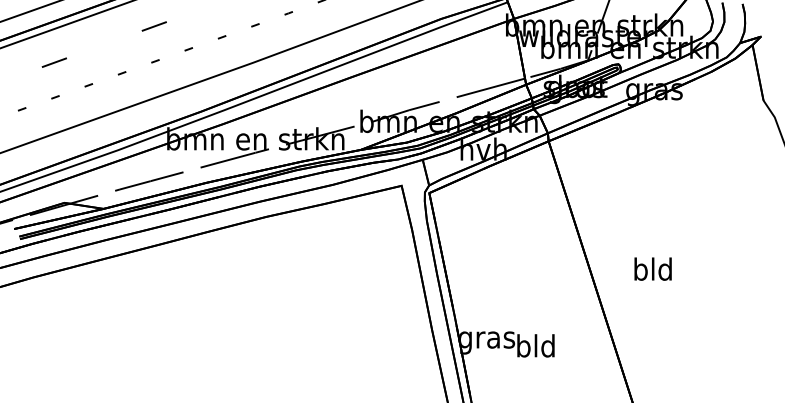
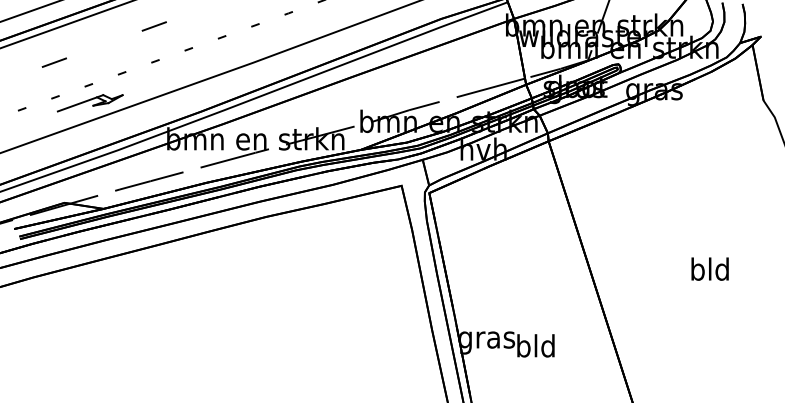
part at (89, 103): none -> present
text at (652, 268) position: (652, 268) -> (709, 268)
